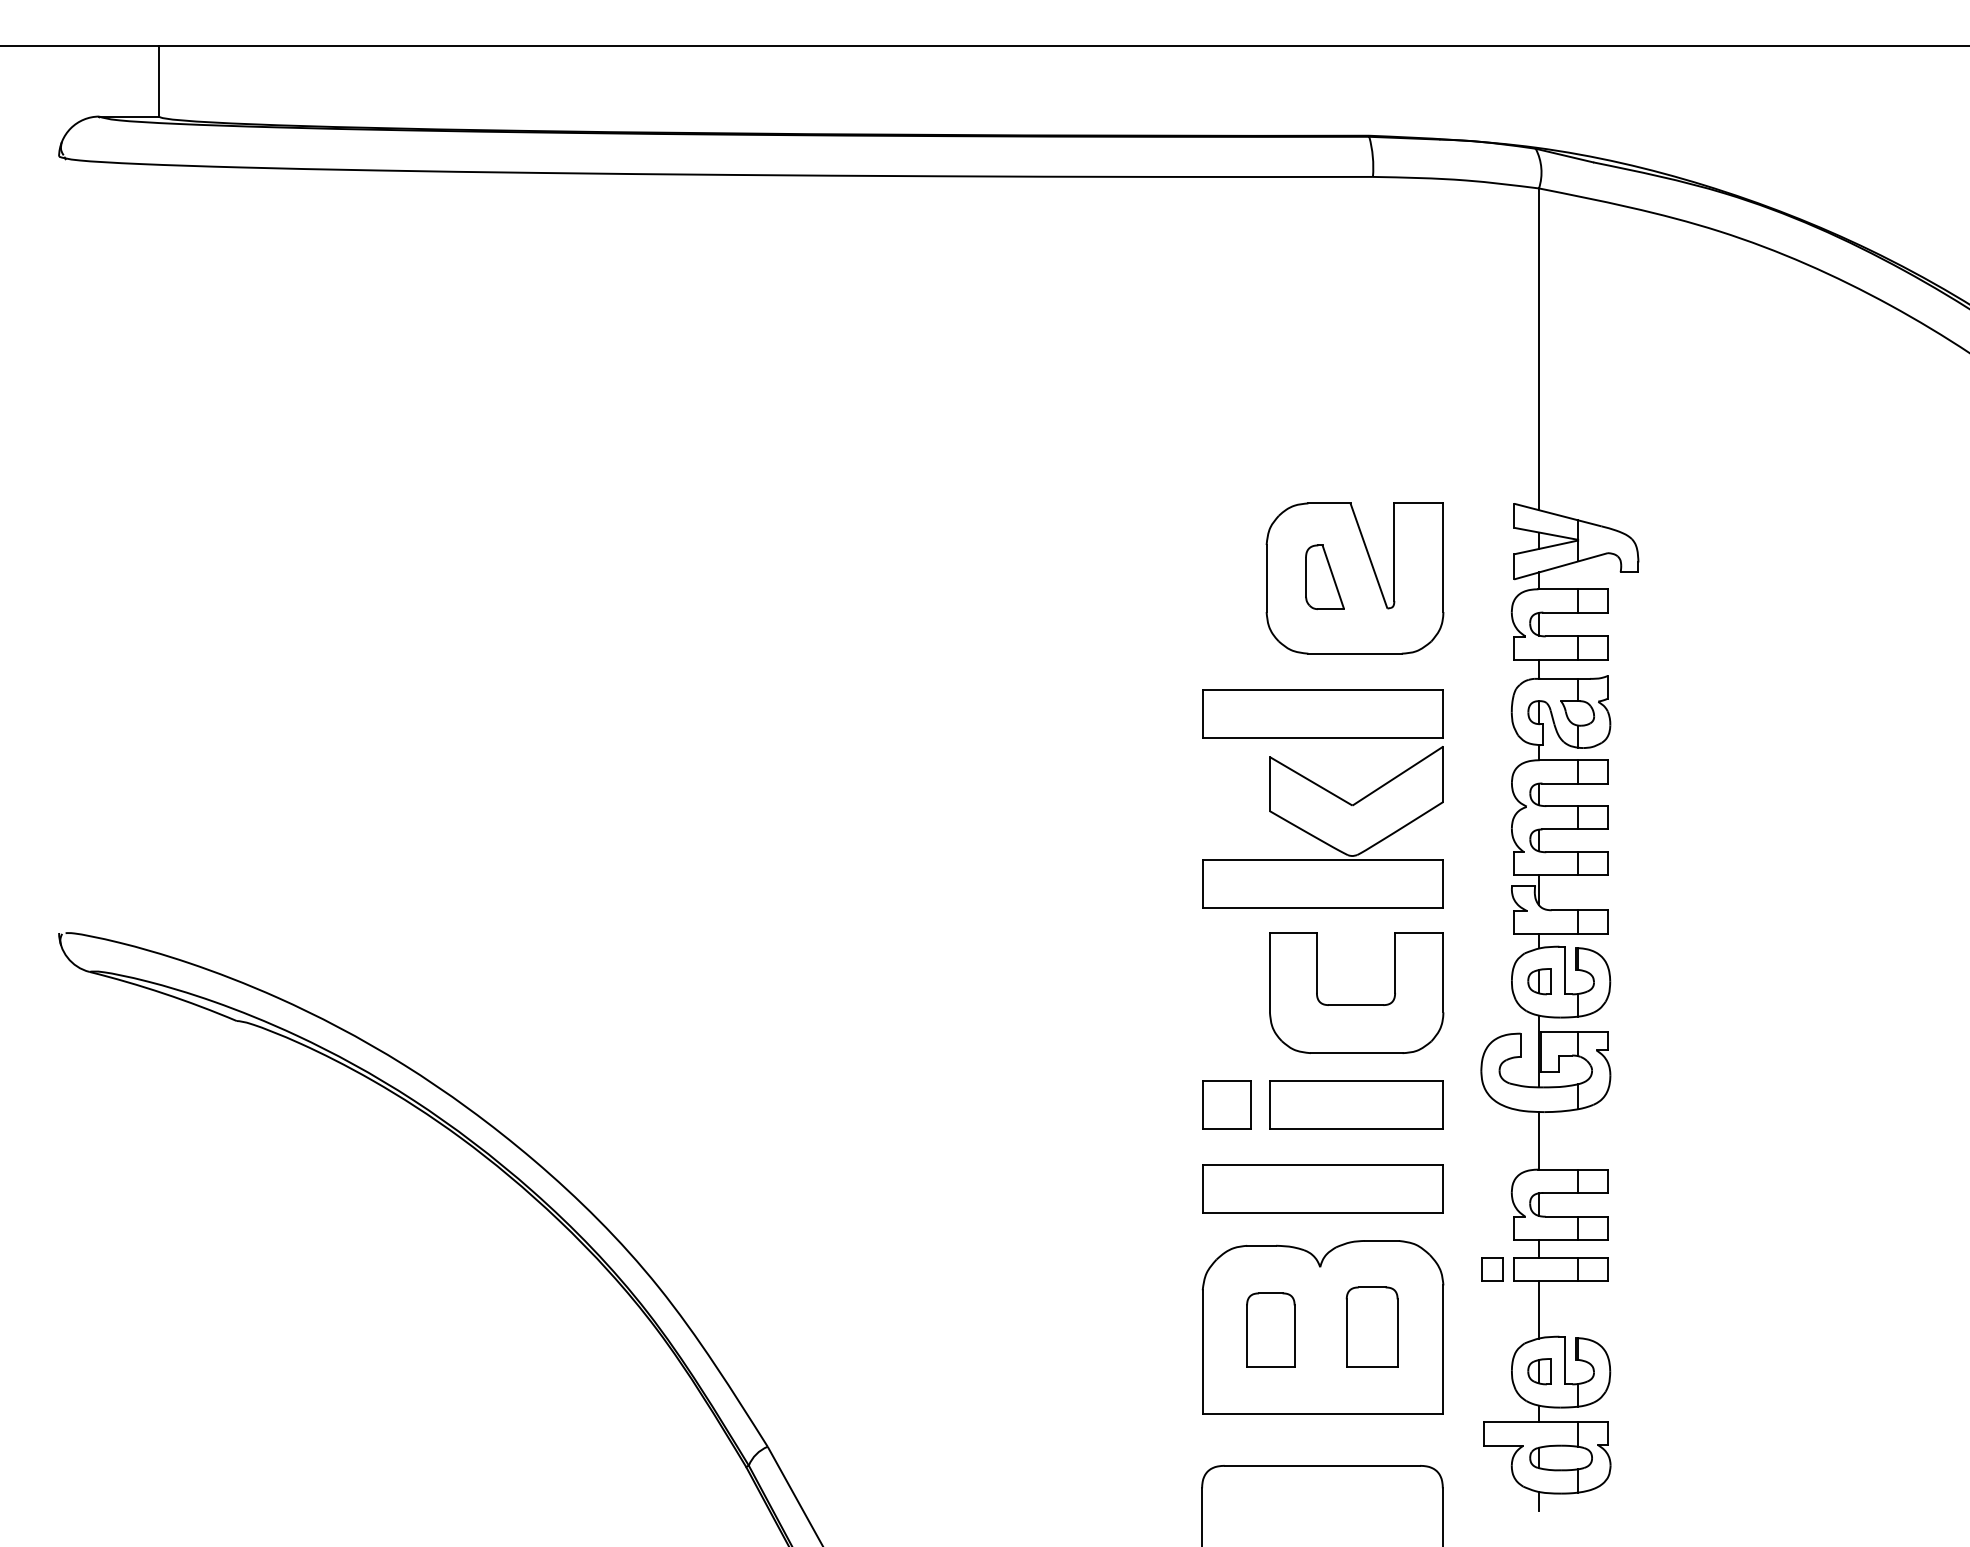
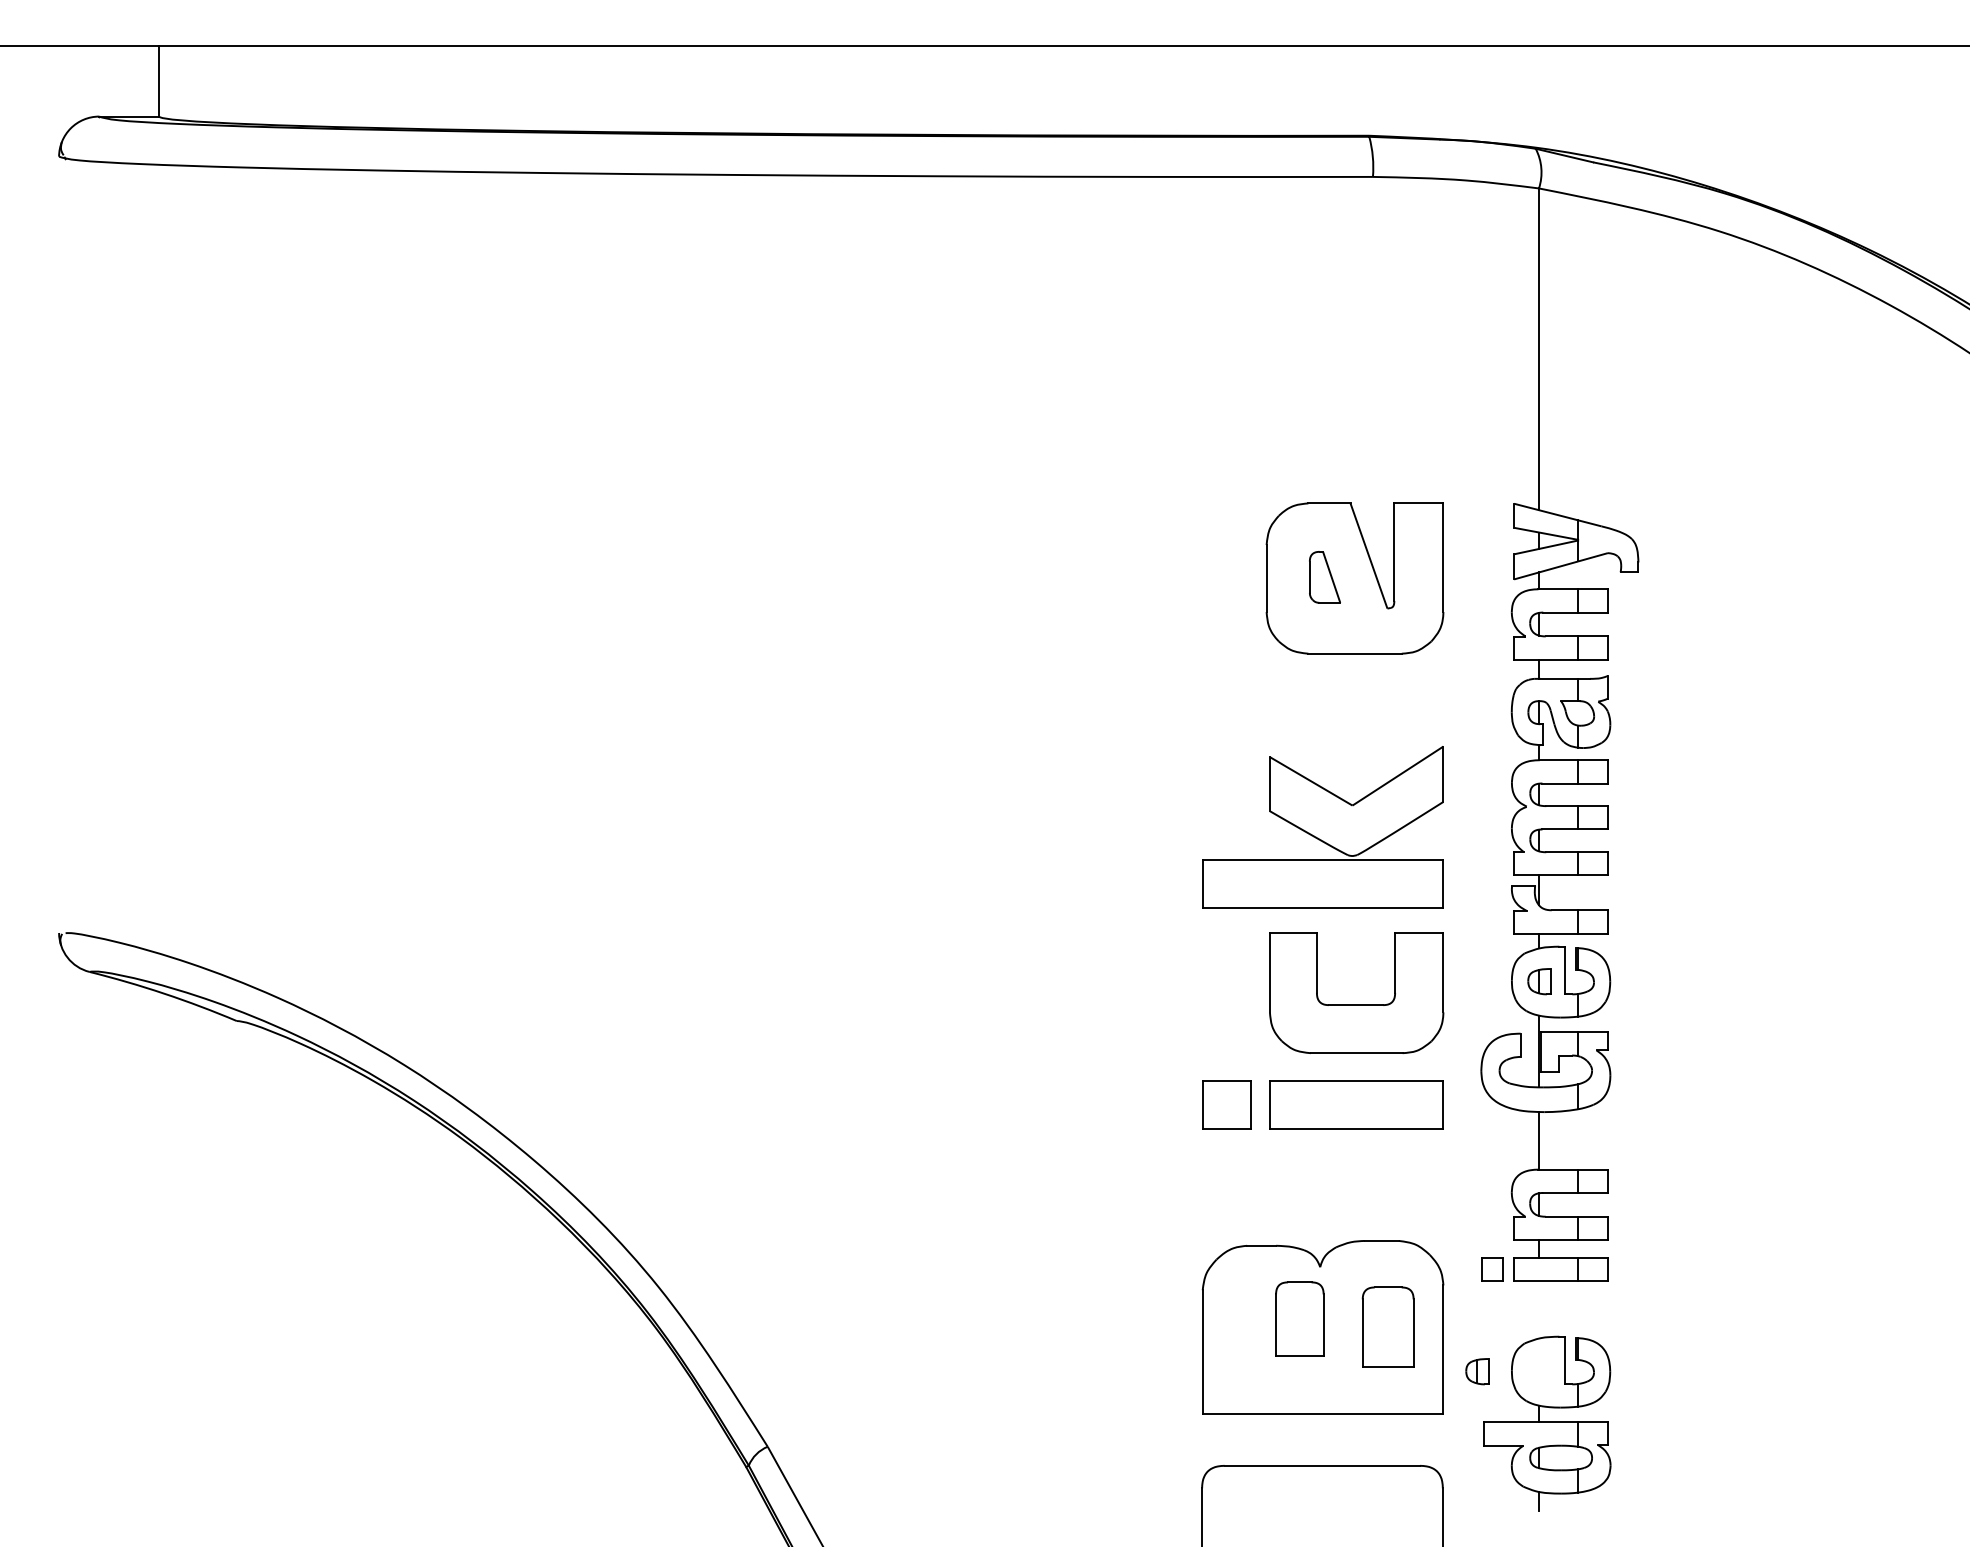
part at (1324, 577) size: 40x67 px -> 32x53 px
part at (1322, 713): present -> none
part at (1322, 1188): present -> none
line at (1539, 1309): present -> none
part at (1371, 1326) position: (1371, 1326) -> (1387, 1326)
part at (1270, 1329) position: (1270, 1329) -> (1299, 1318)
part at (1539, 1371) position: (1539, 1371) -> (1477, 1371)
